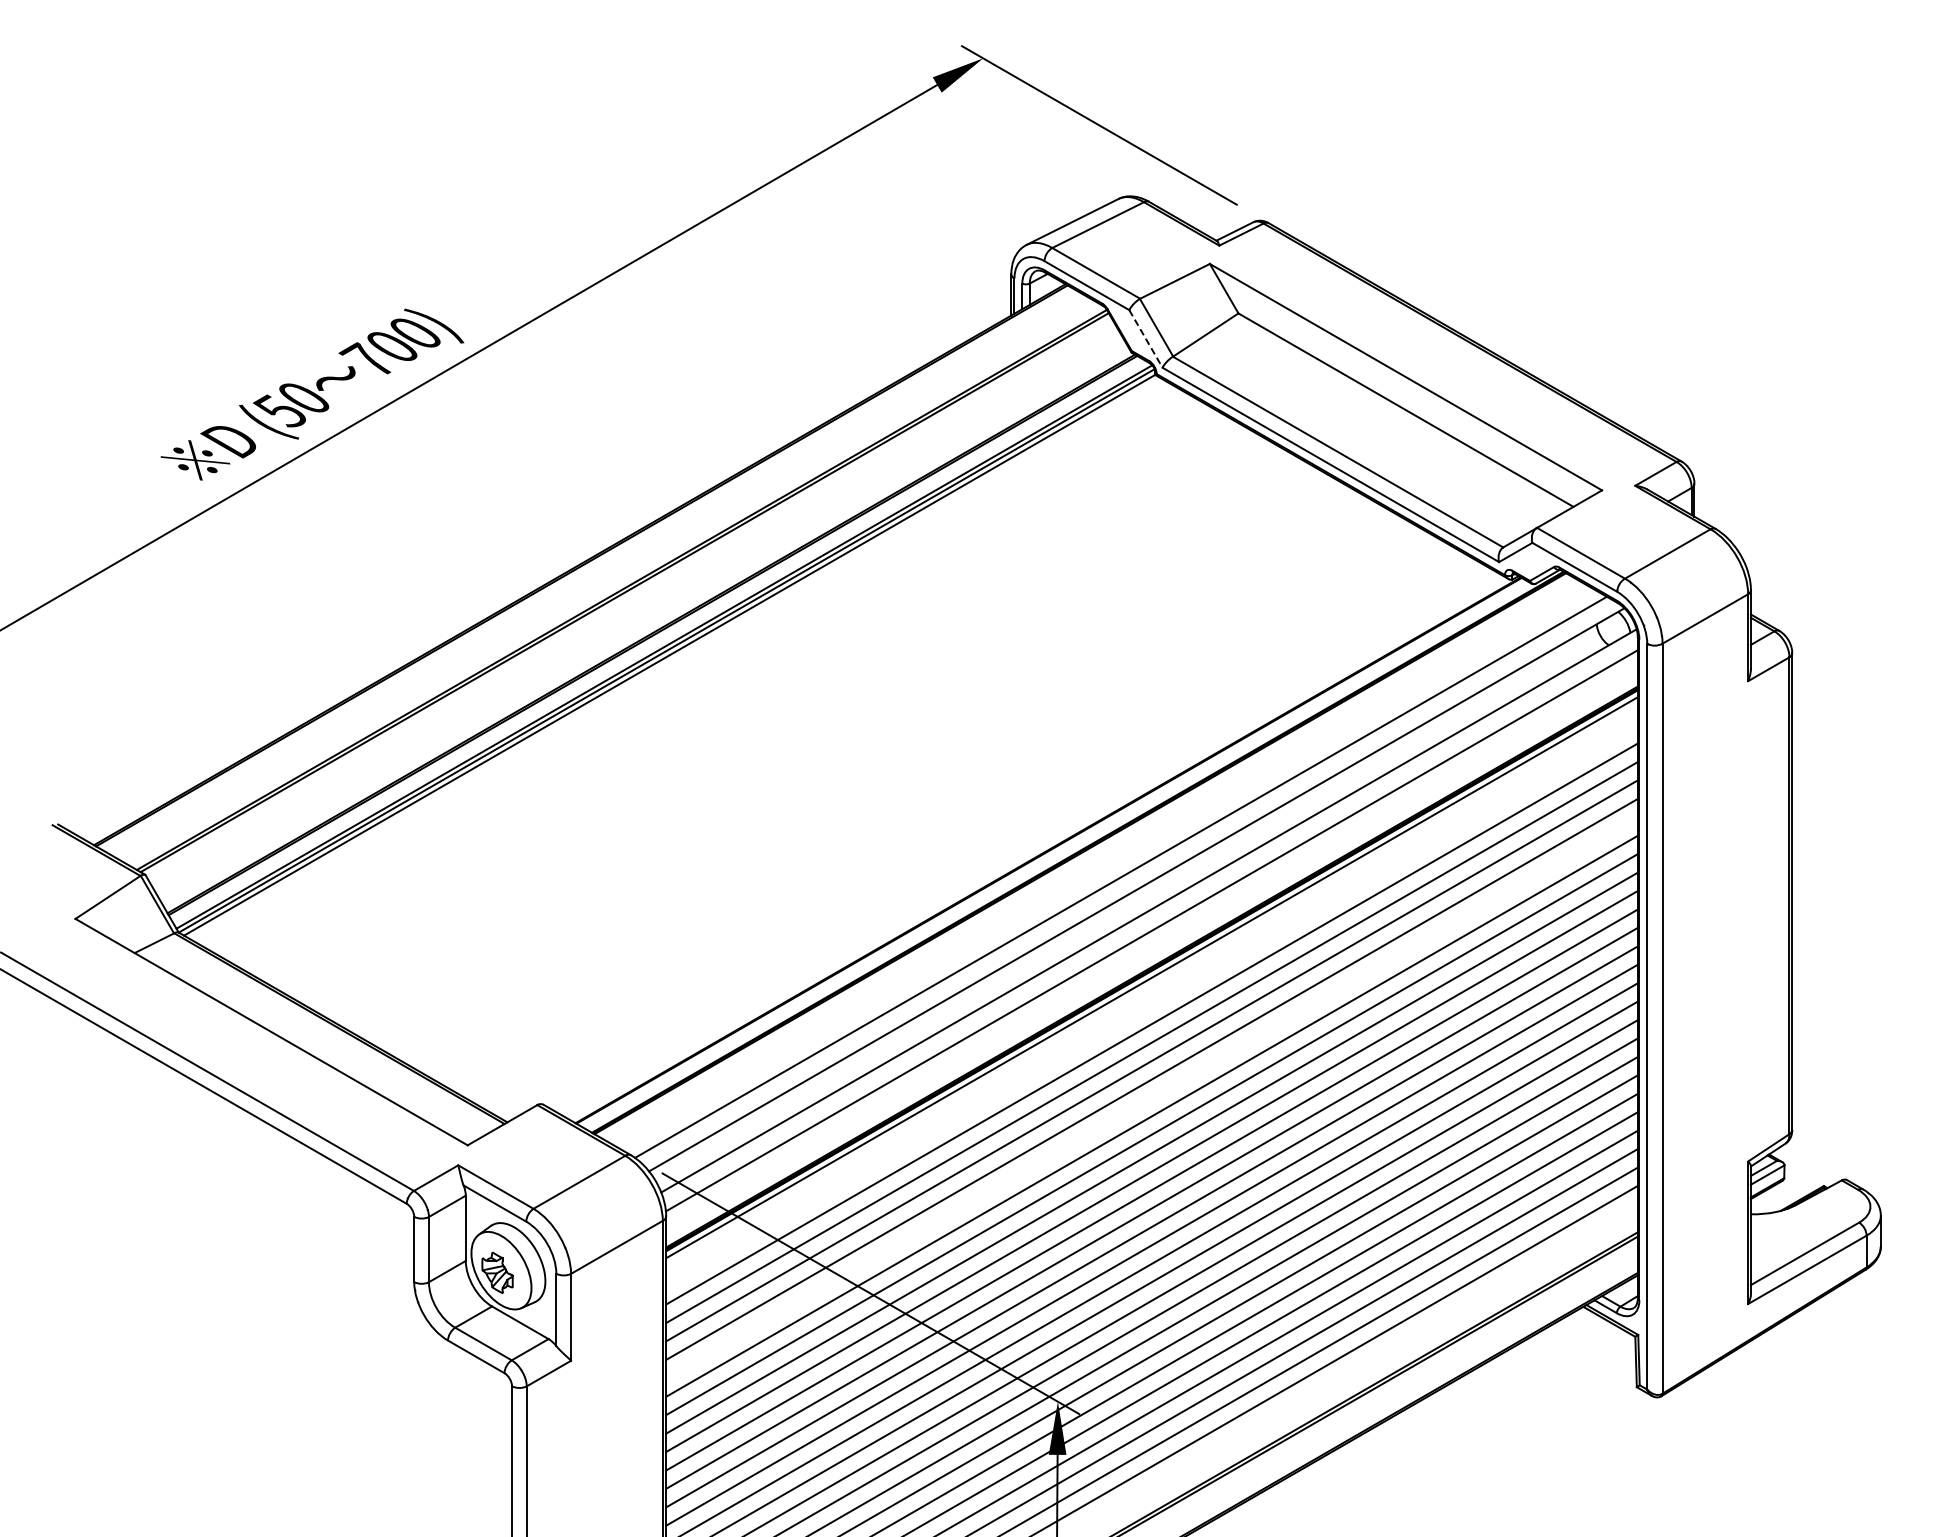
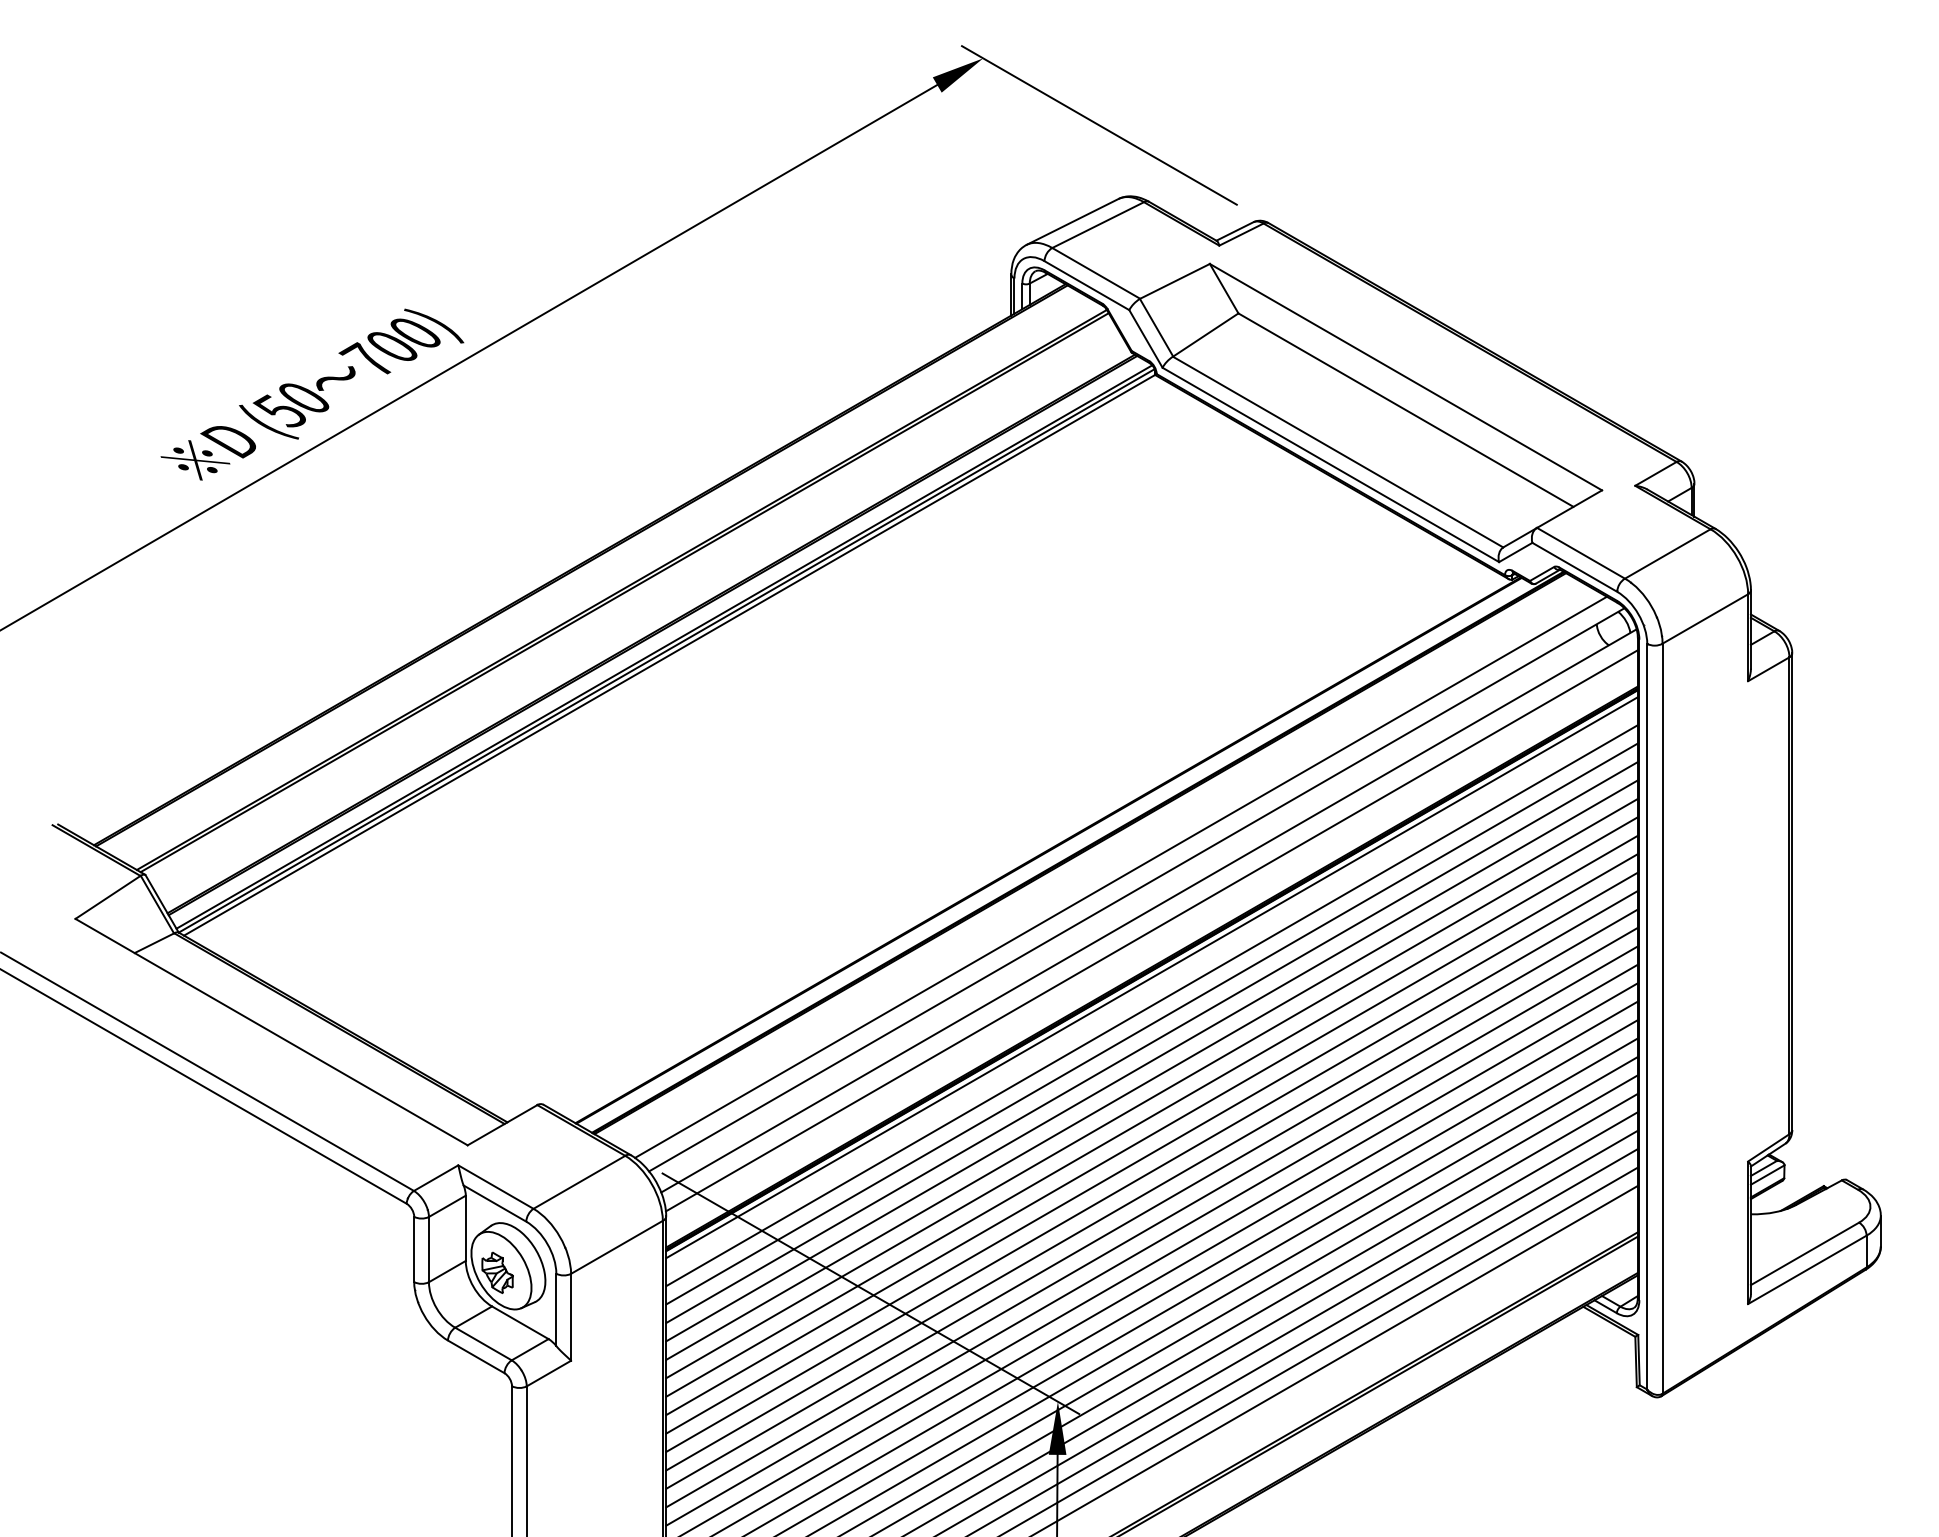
line at (1146, 339): dashed -> solid
line at (1151, 1005): none -> present
line at (1151, 1097): none -> present
